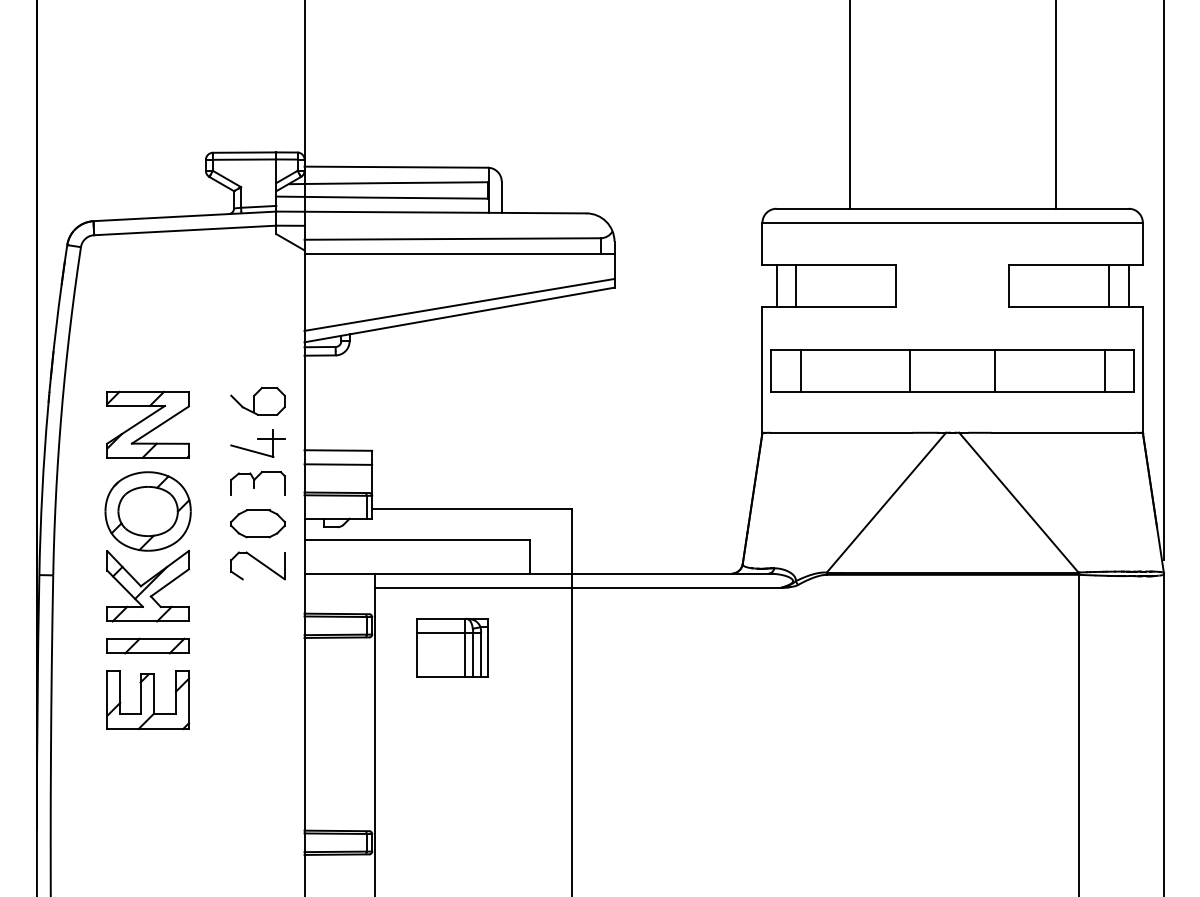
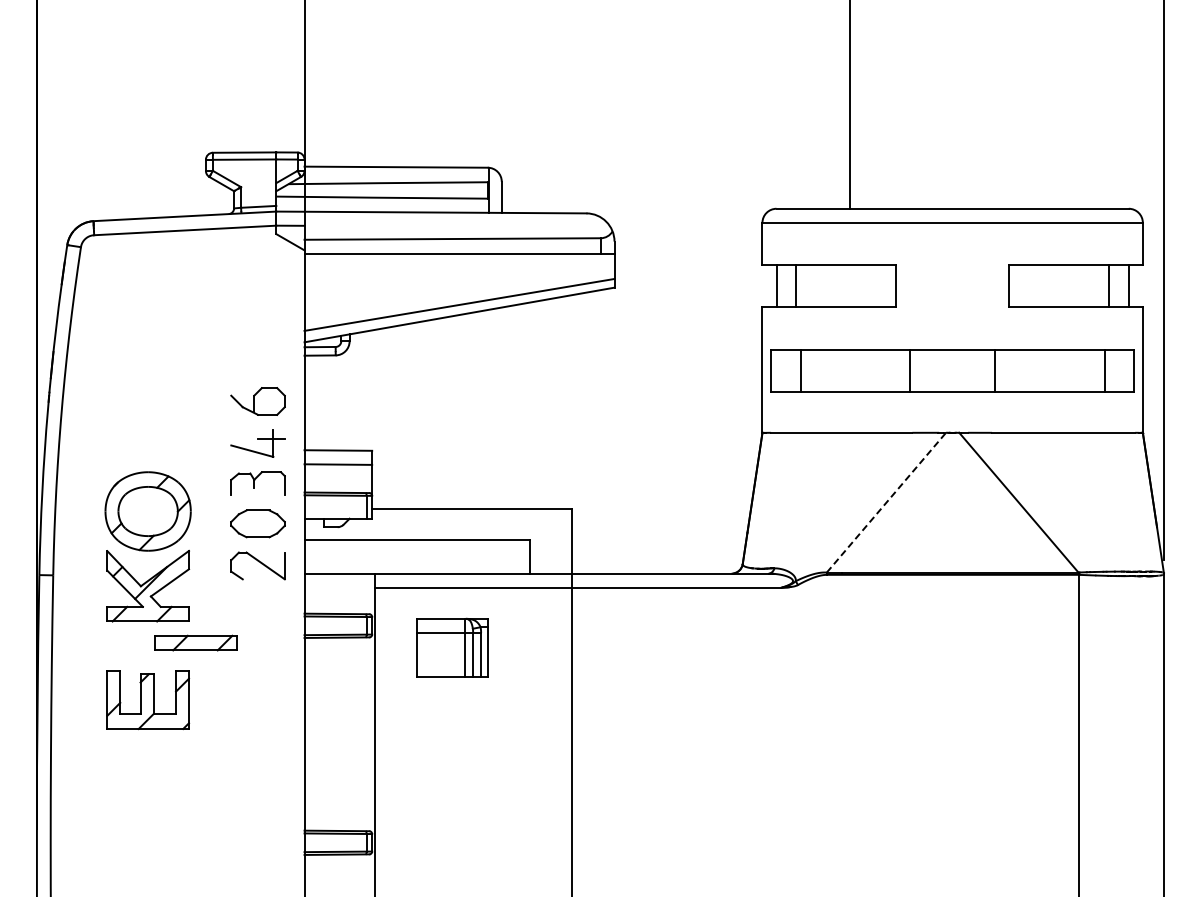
line at (1055, 105): present -> none
part at (148, 424): present -> none
line at (886, 502): solid -> dashed
part at (147, 645) position: (147, 645) -> (195, 642)
